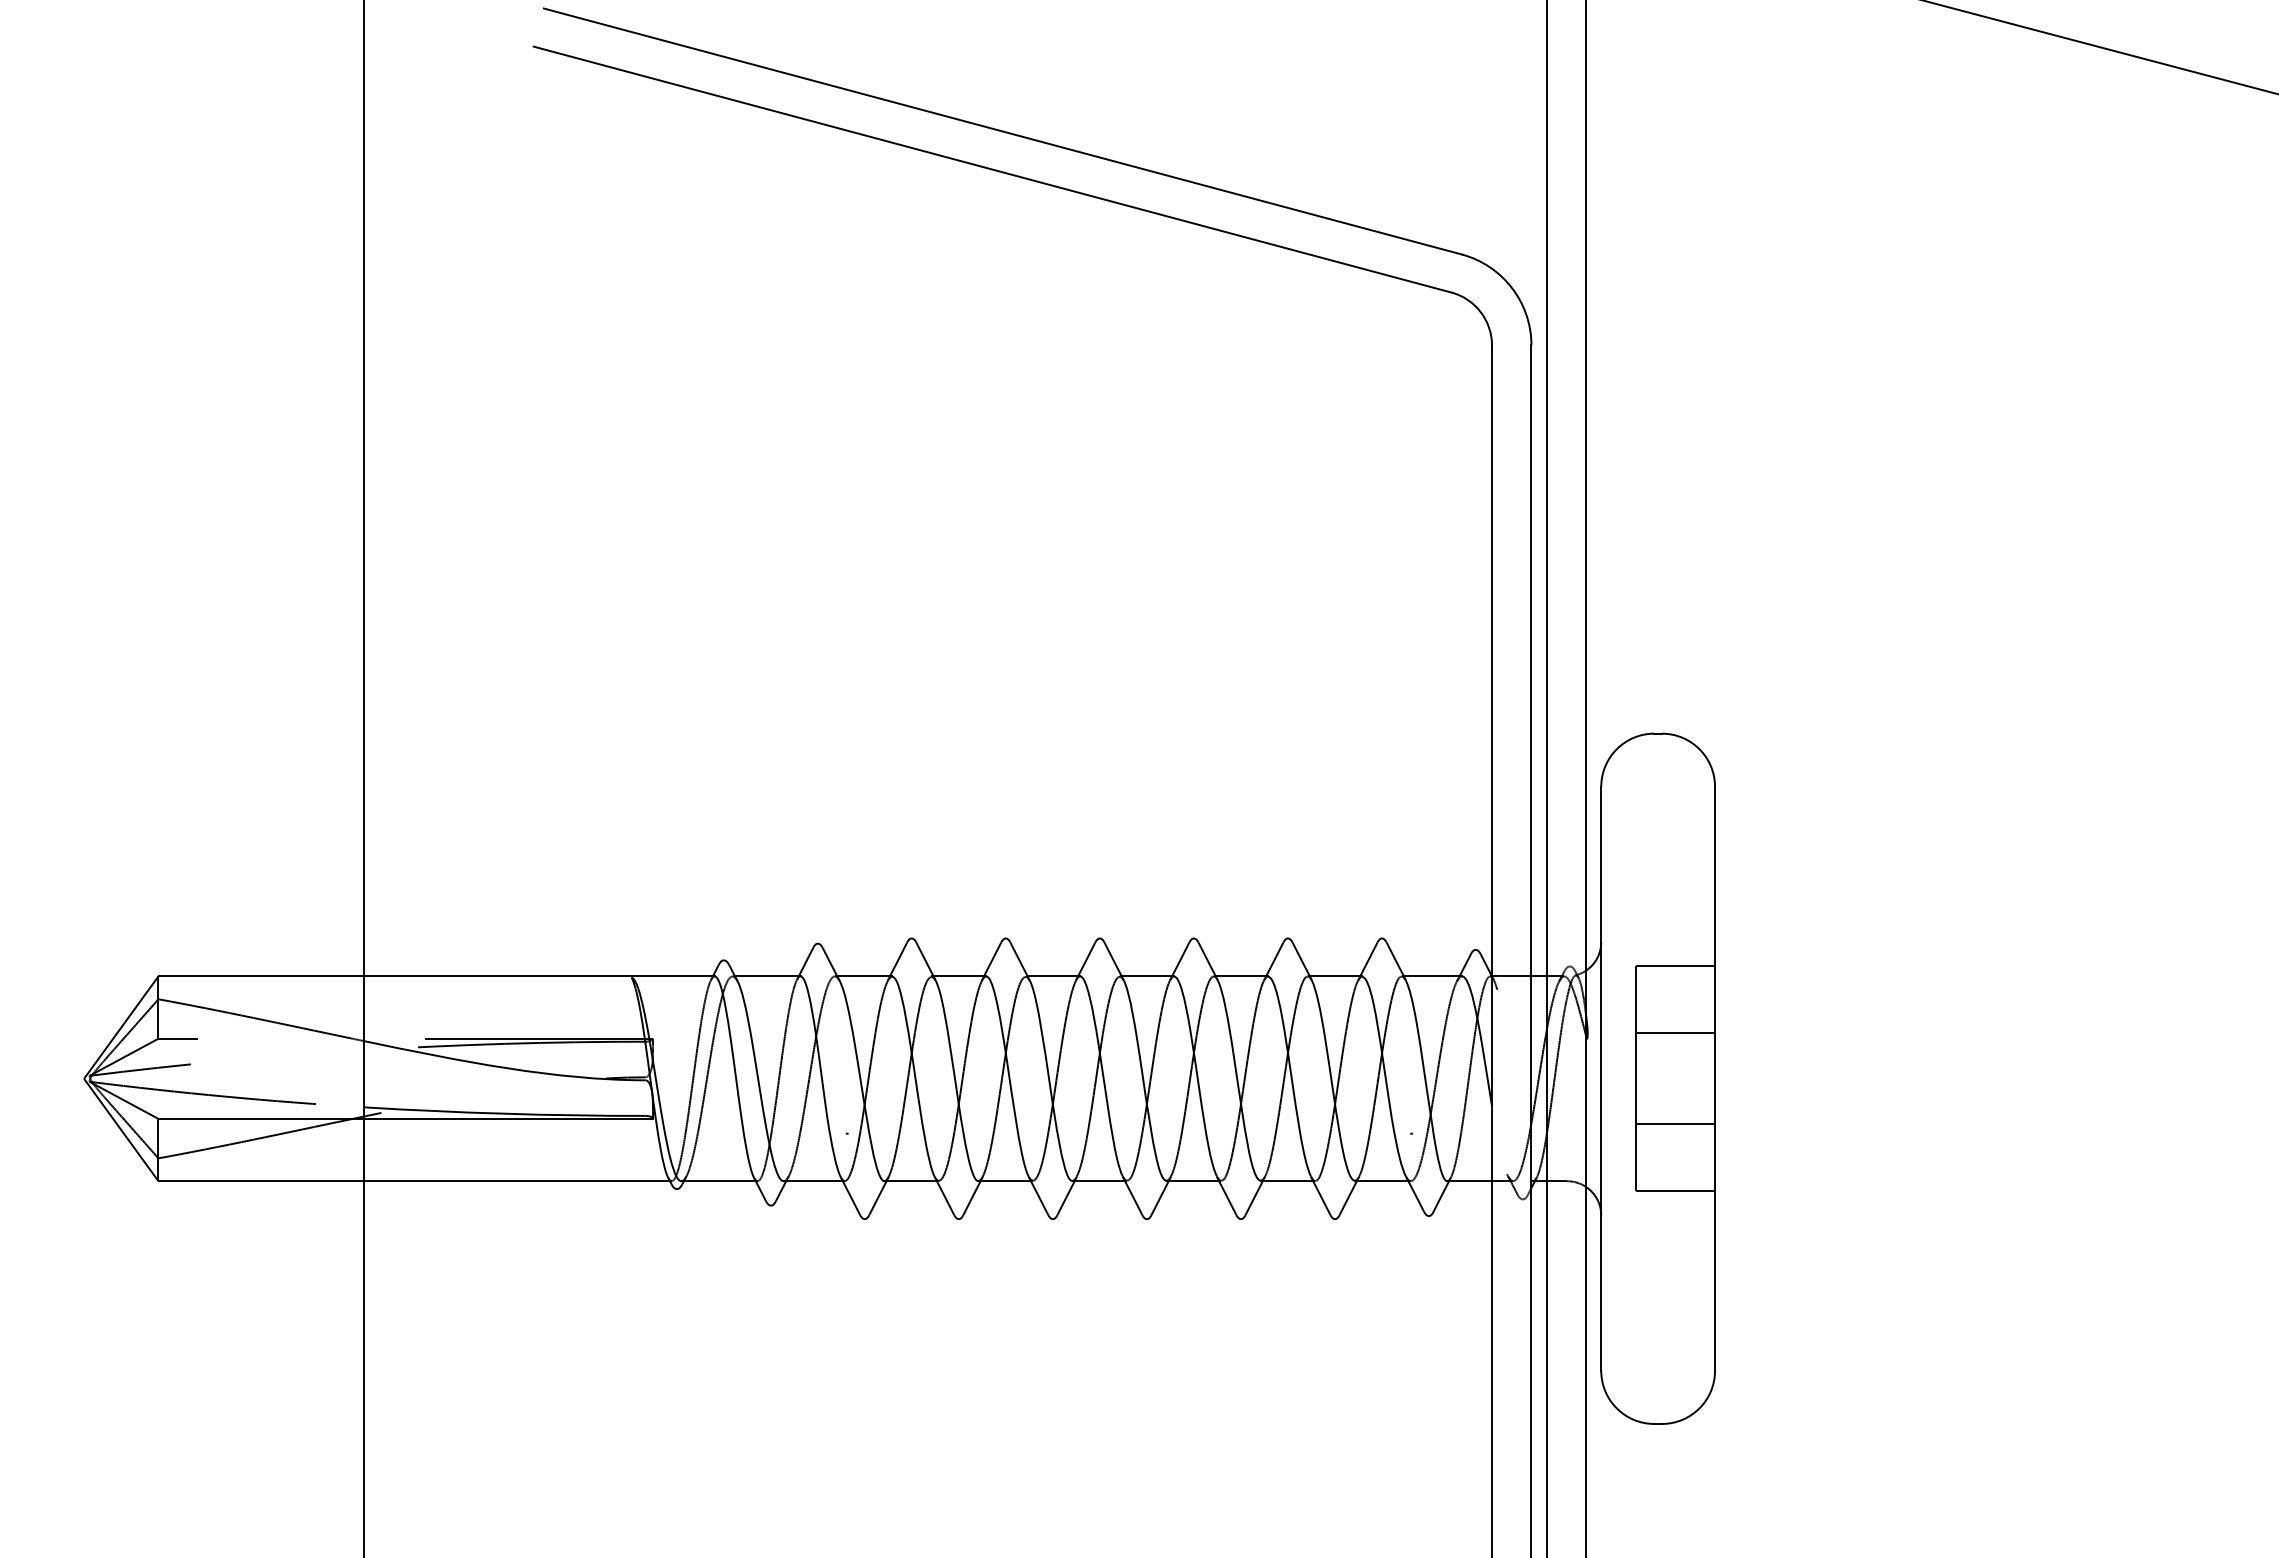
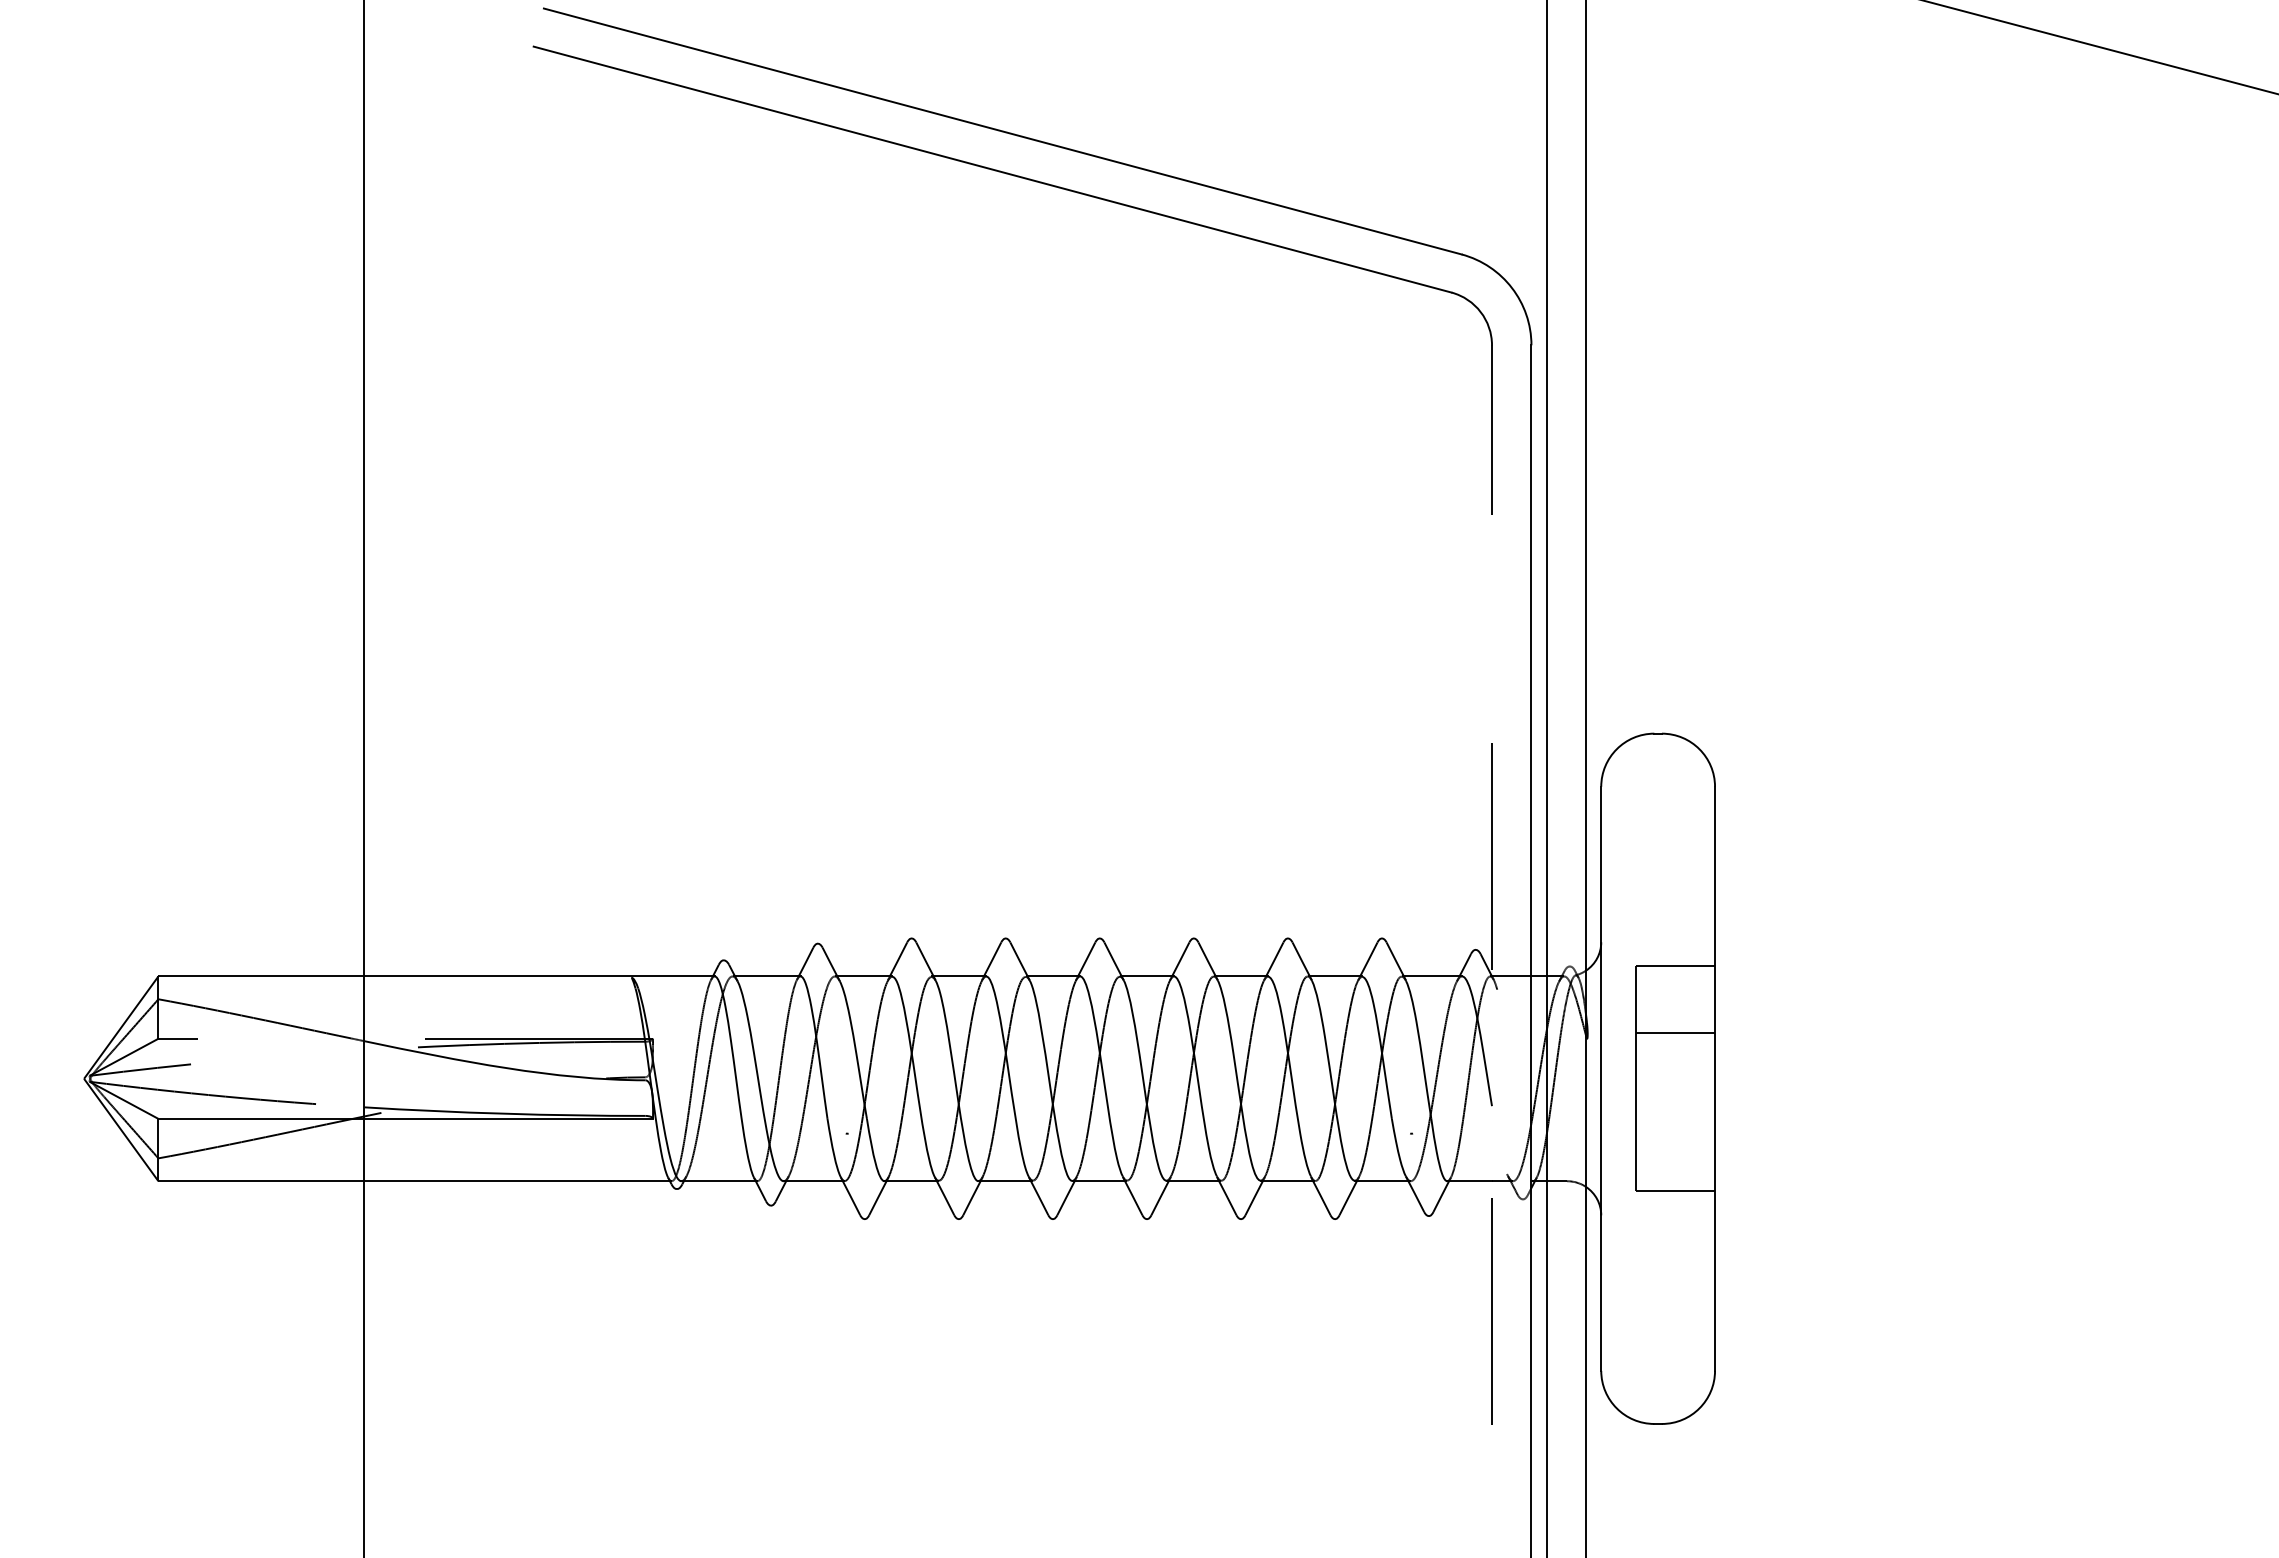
line at (1492, 951): solid -> dashed
line at (1675, 1124): present -> none
